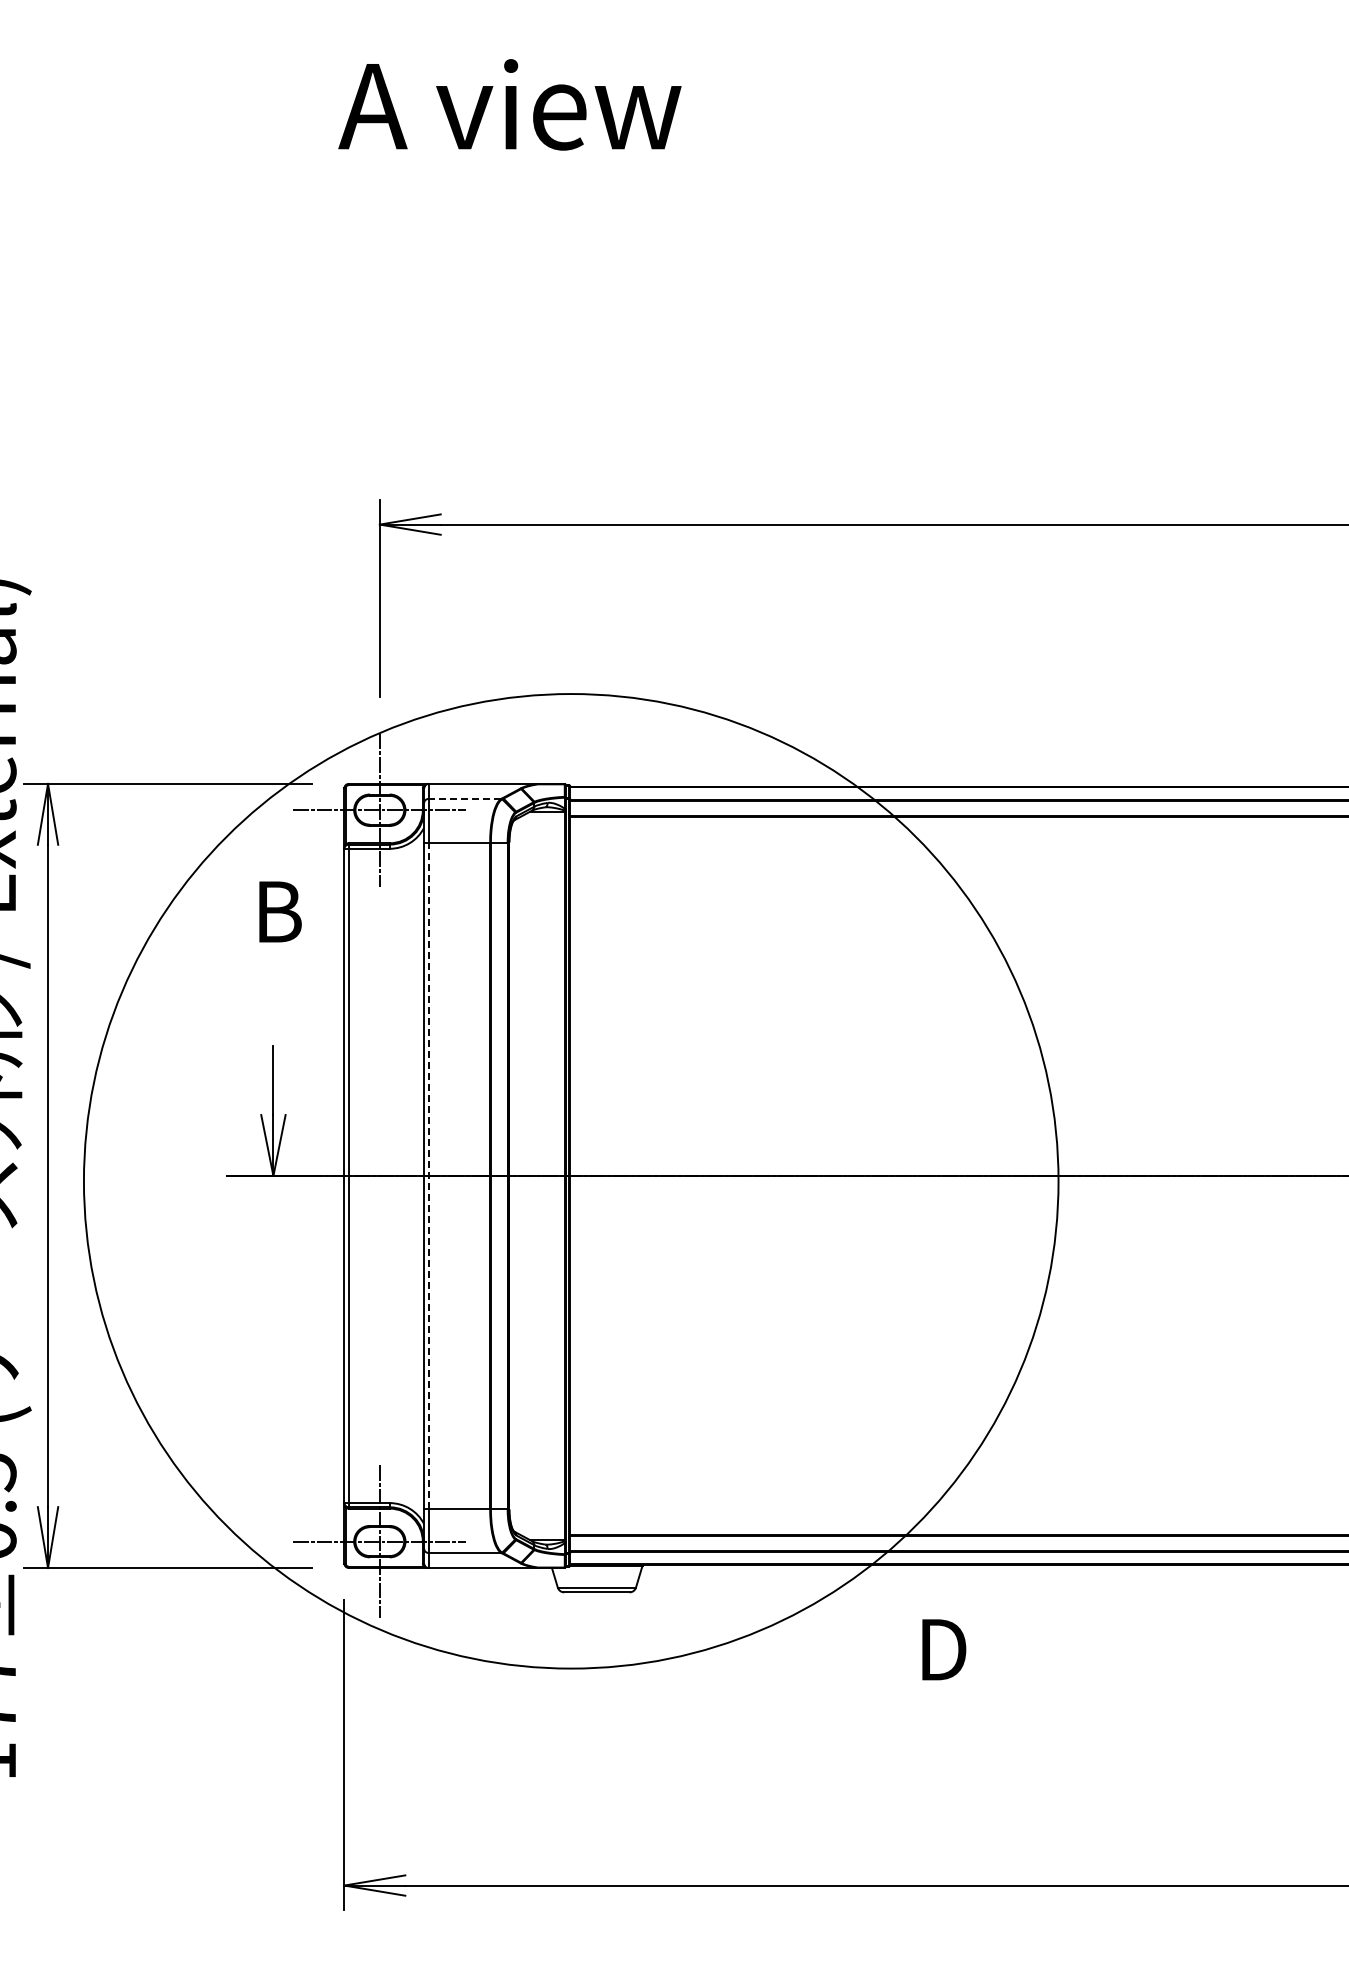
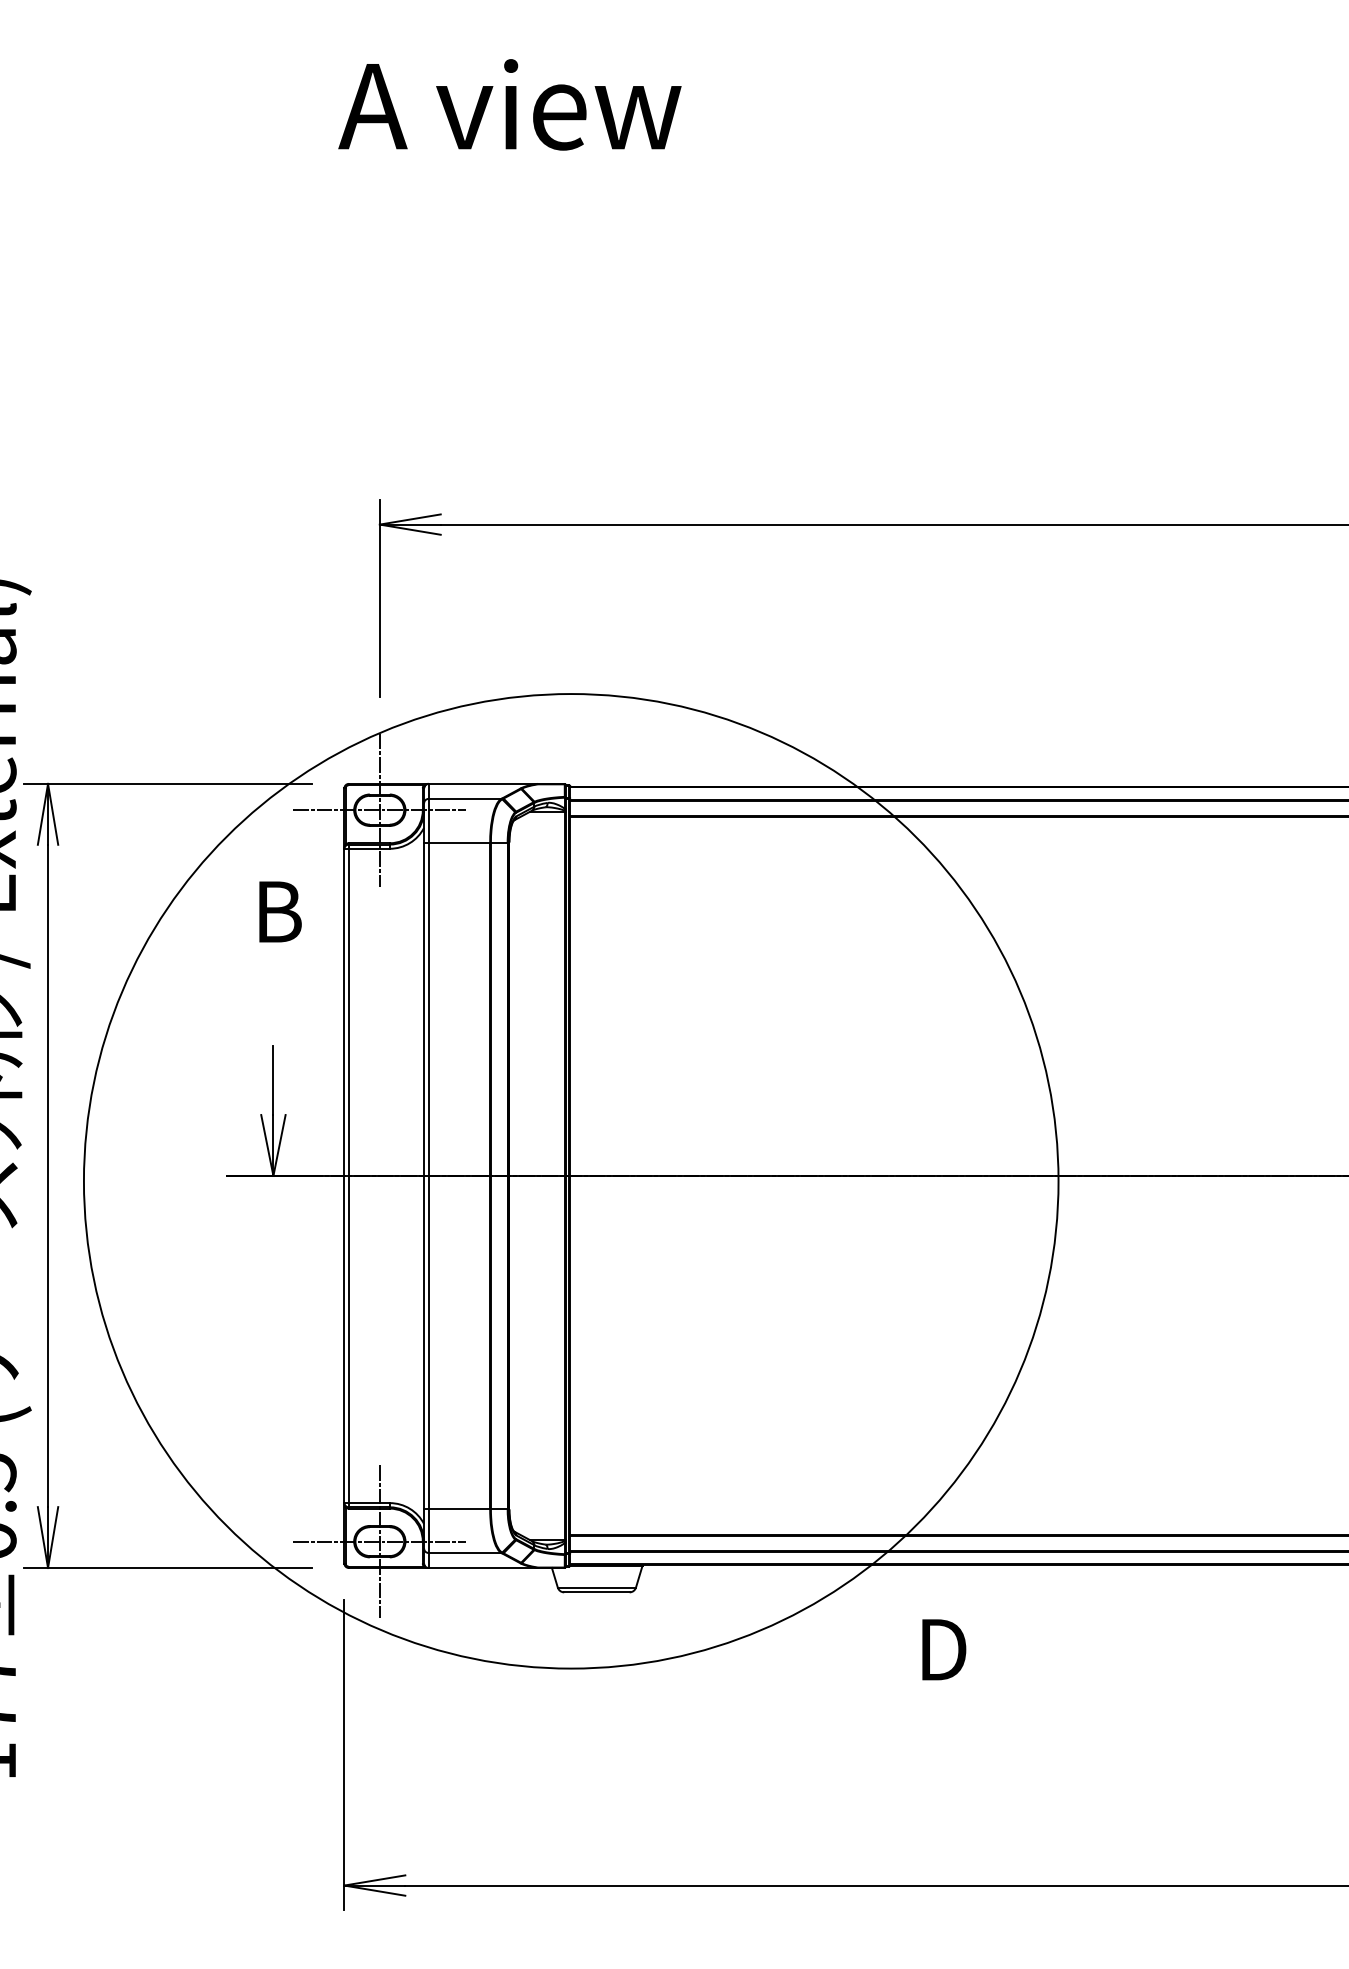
line at (464, 798): dashed -> solid
line at (428, 1175): dashed -> solid
